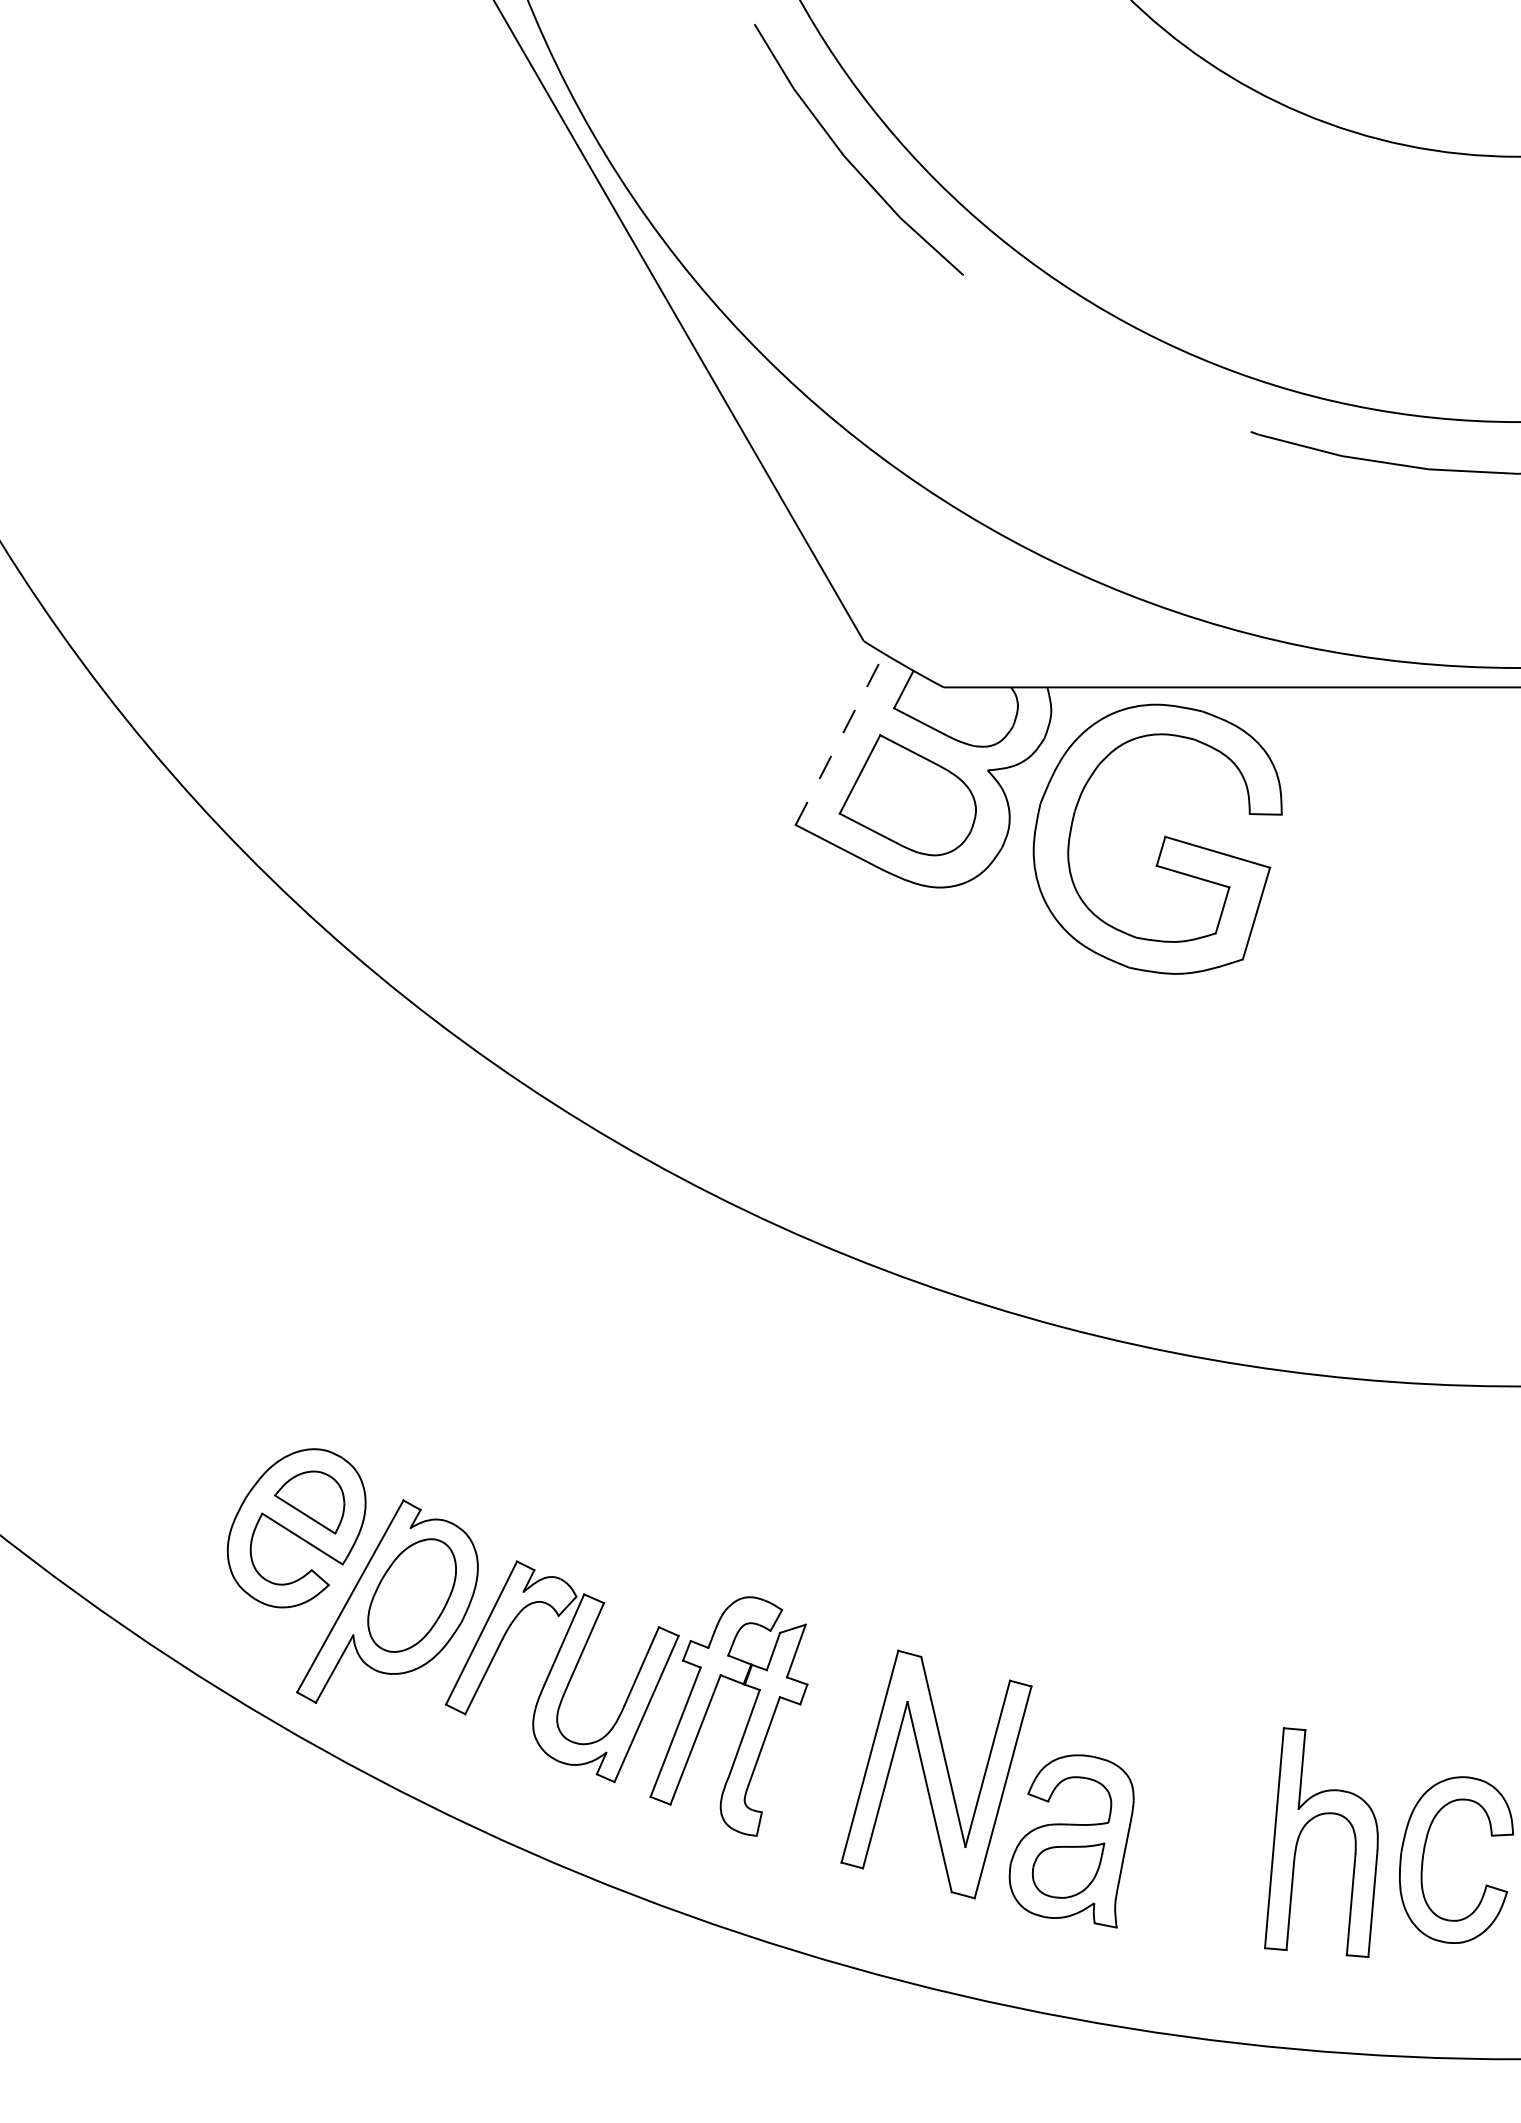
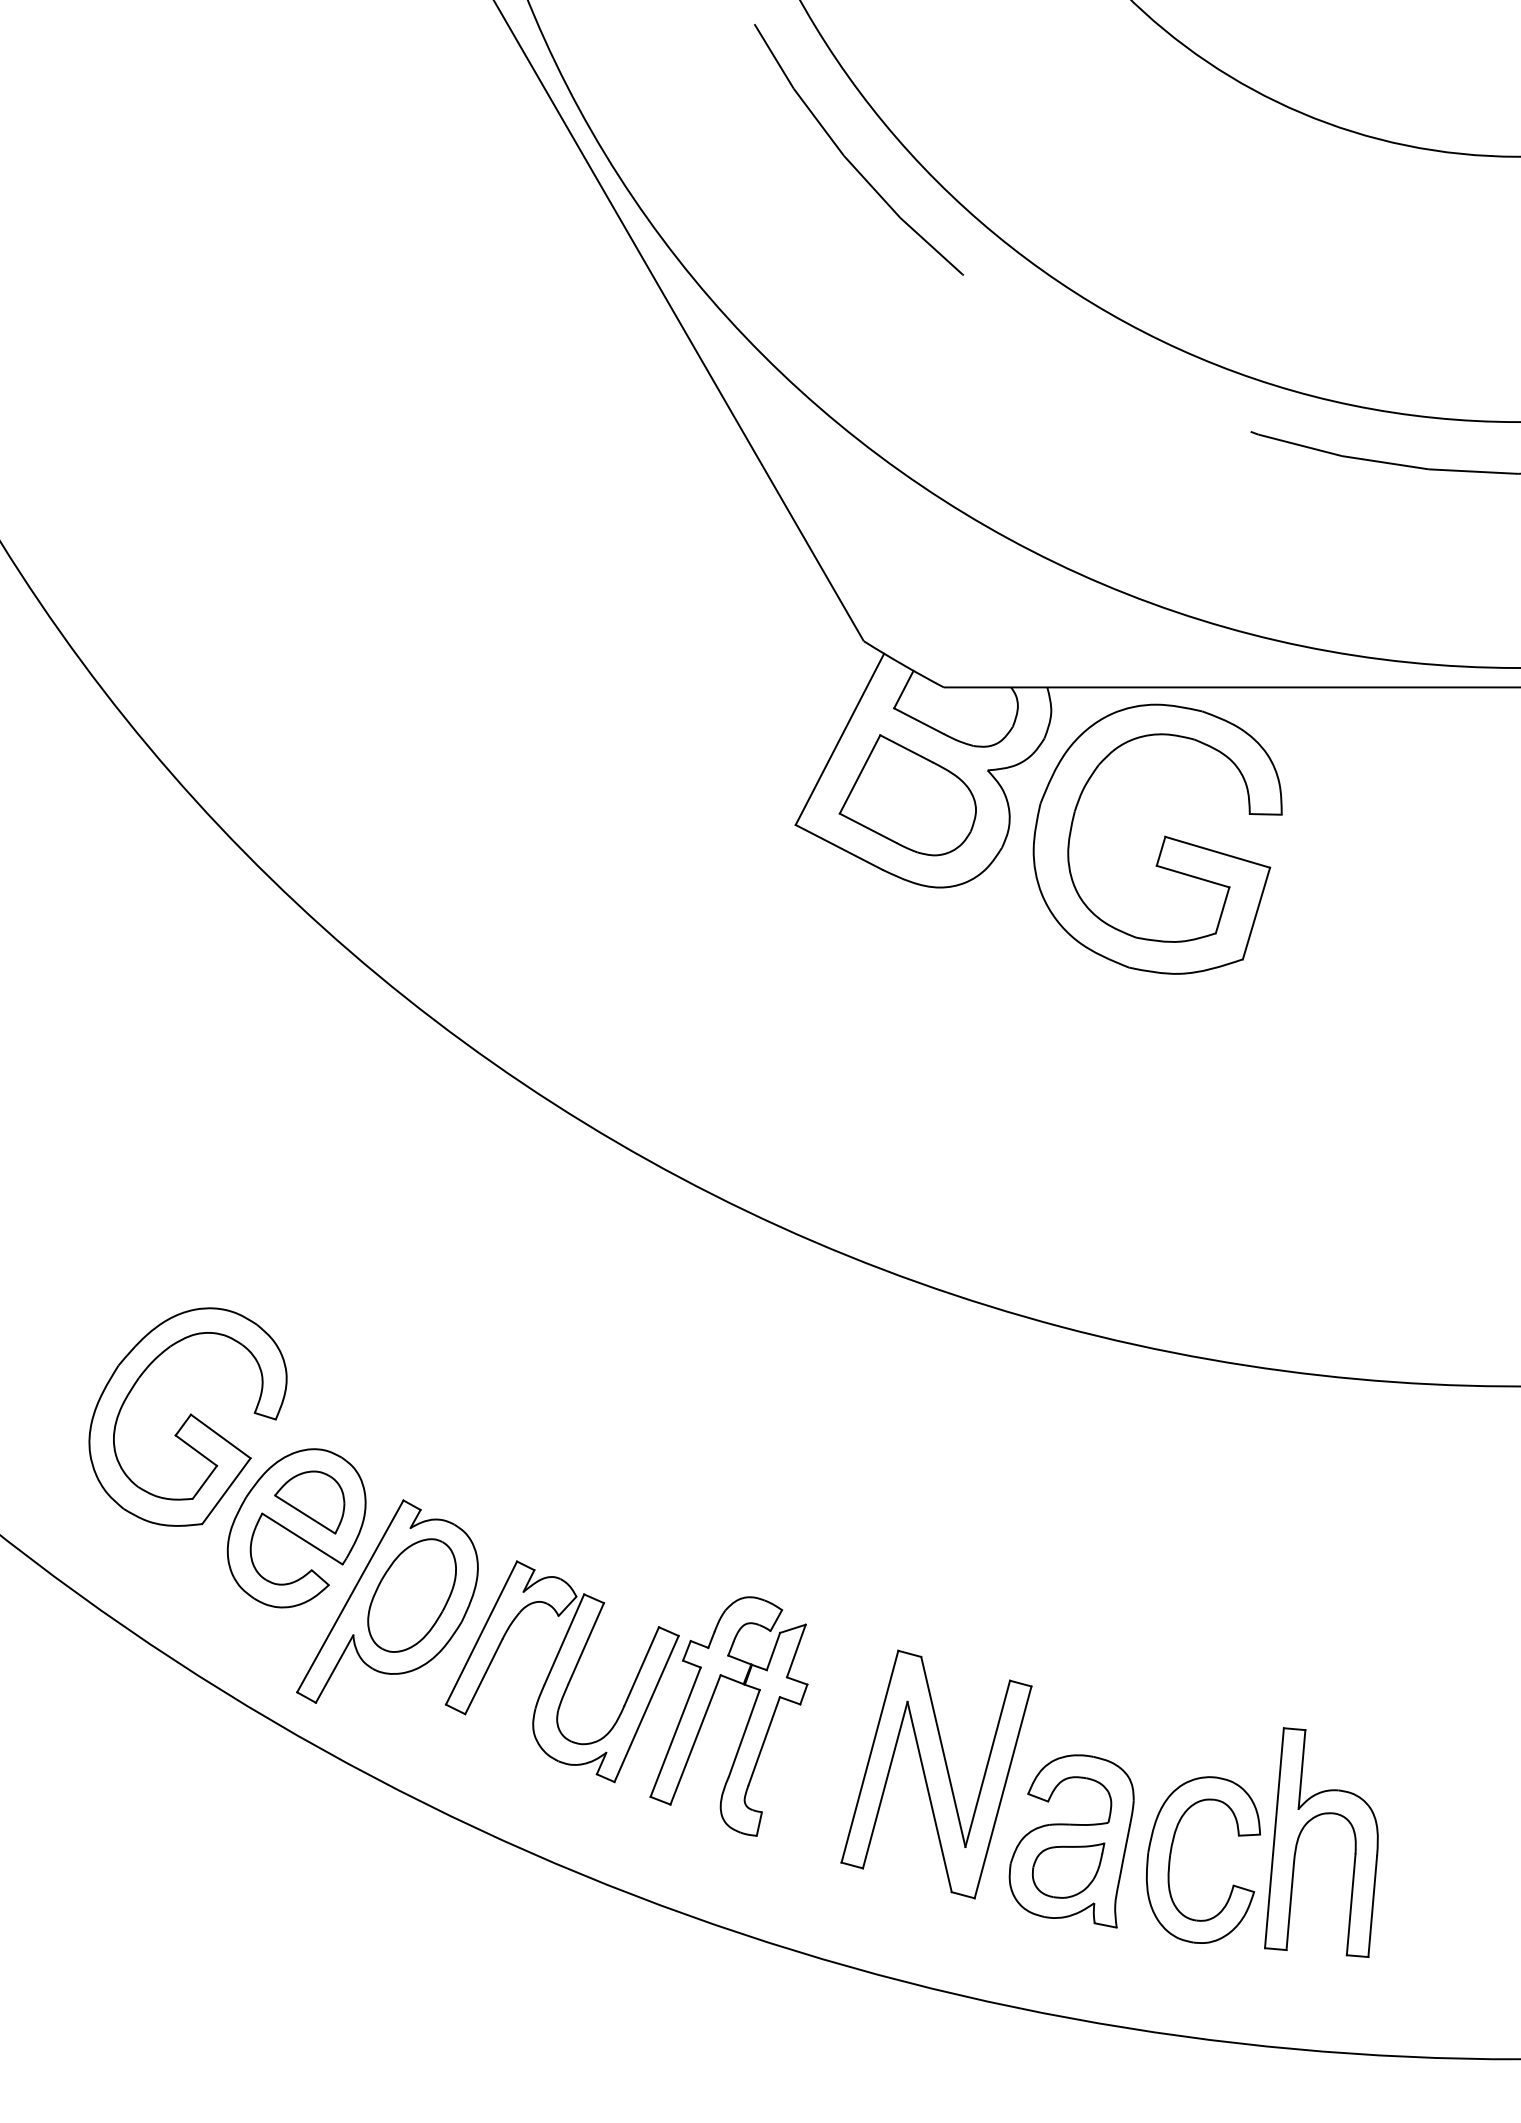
line at (840, 738): dashed -> solid
part at (187, 1416): none -> present
part at (1424, 1855) position: (1424, 1855) -> (1171, 1855)
